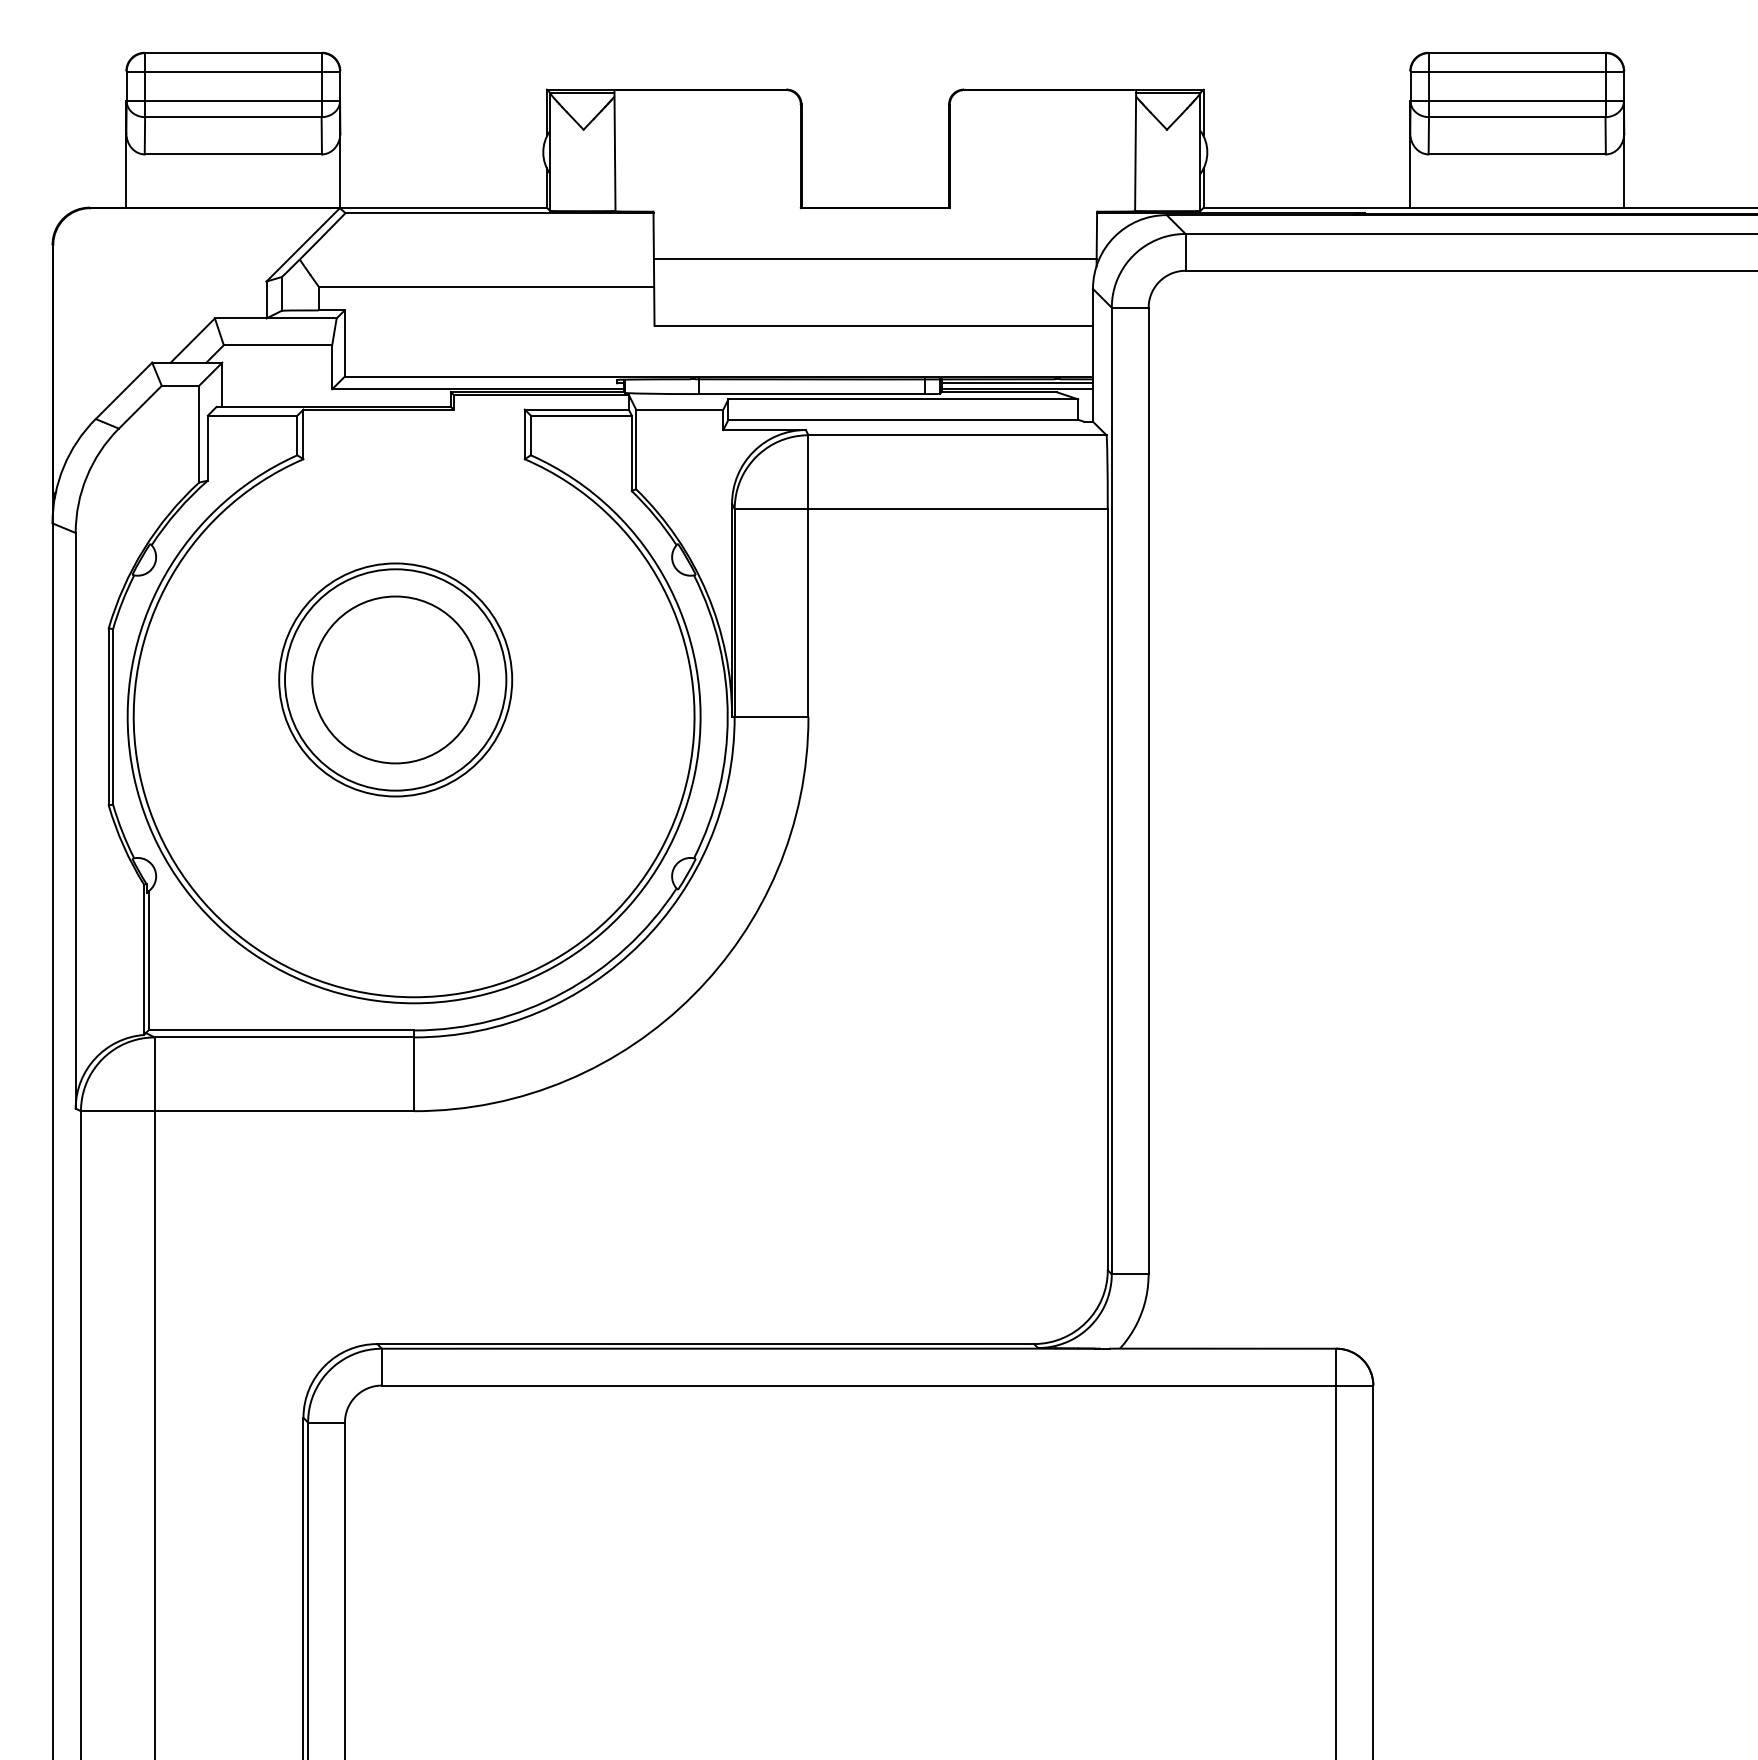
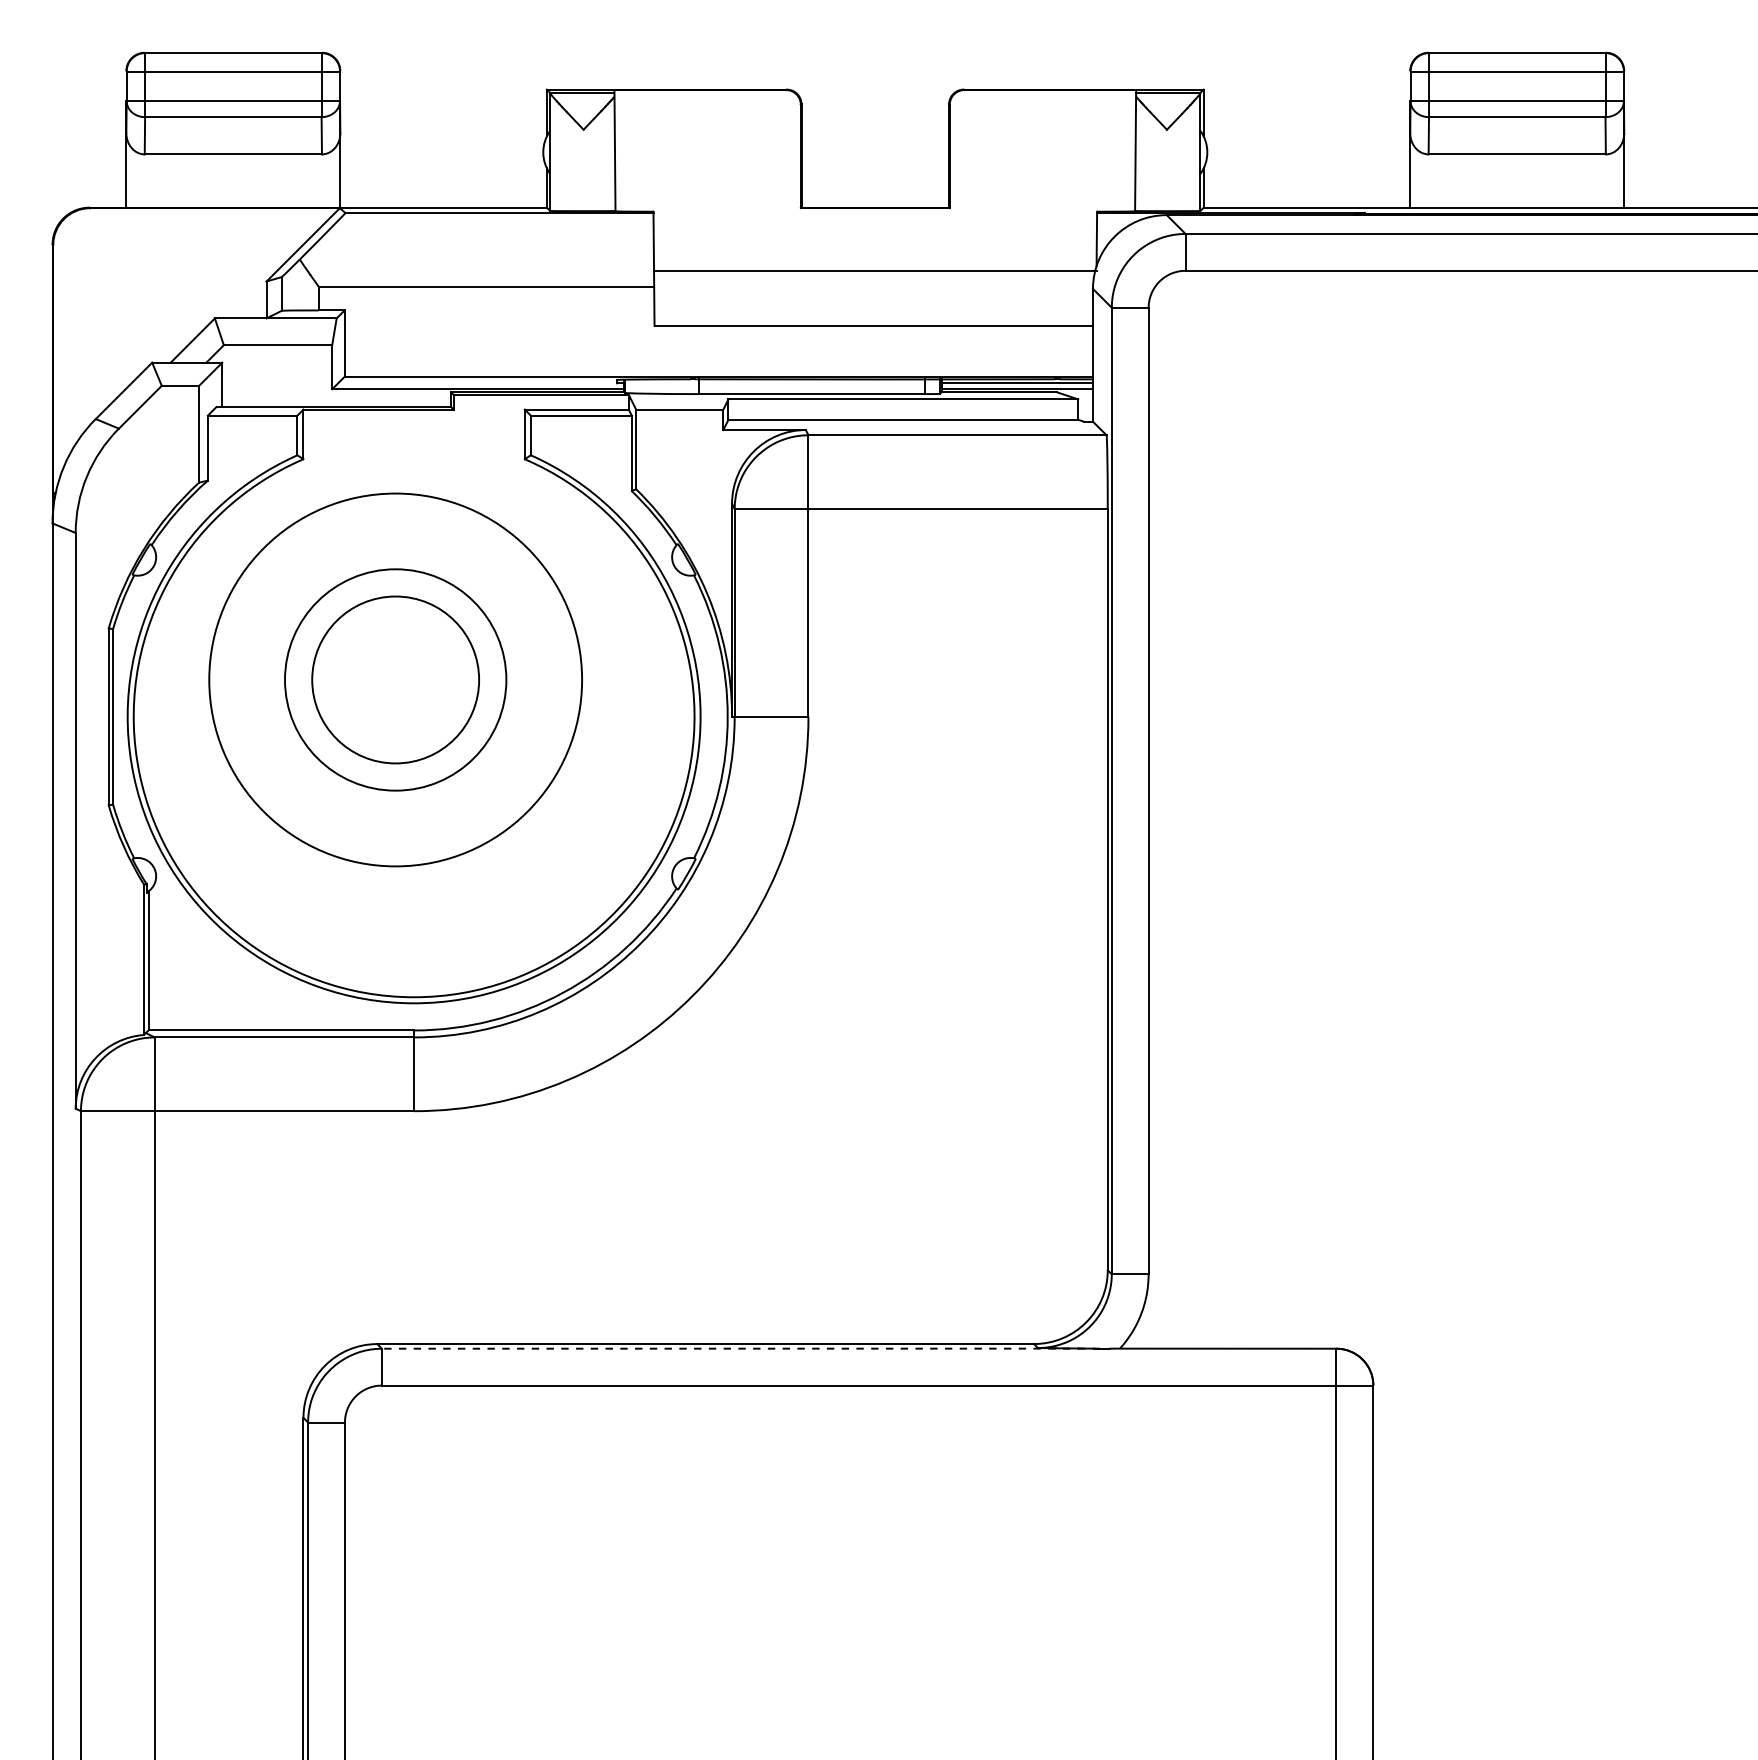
line at (874, 259) position: (874, 259) -> (874, 271)
circle at (395, 679) diameter: 233 px -> 373 px
line at (740, 1348): solid -> dashed
